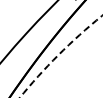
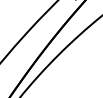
arc at (59, 54): dashed -> solid
